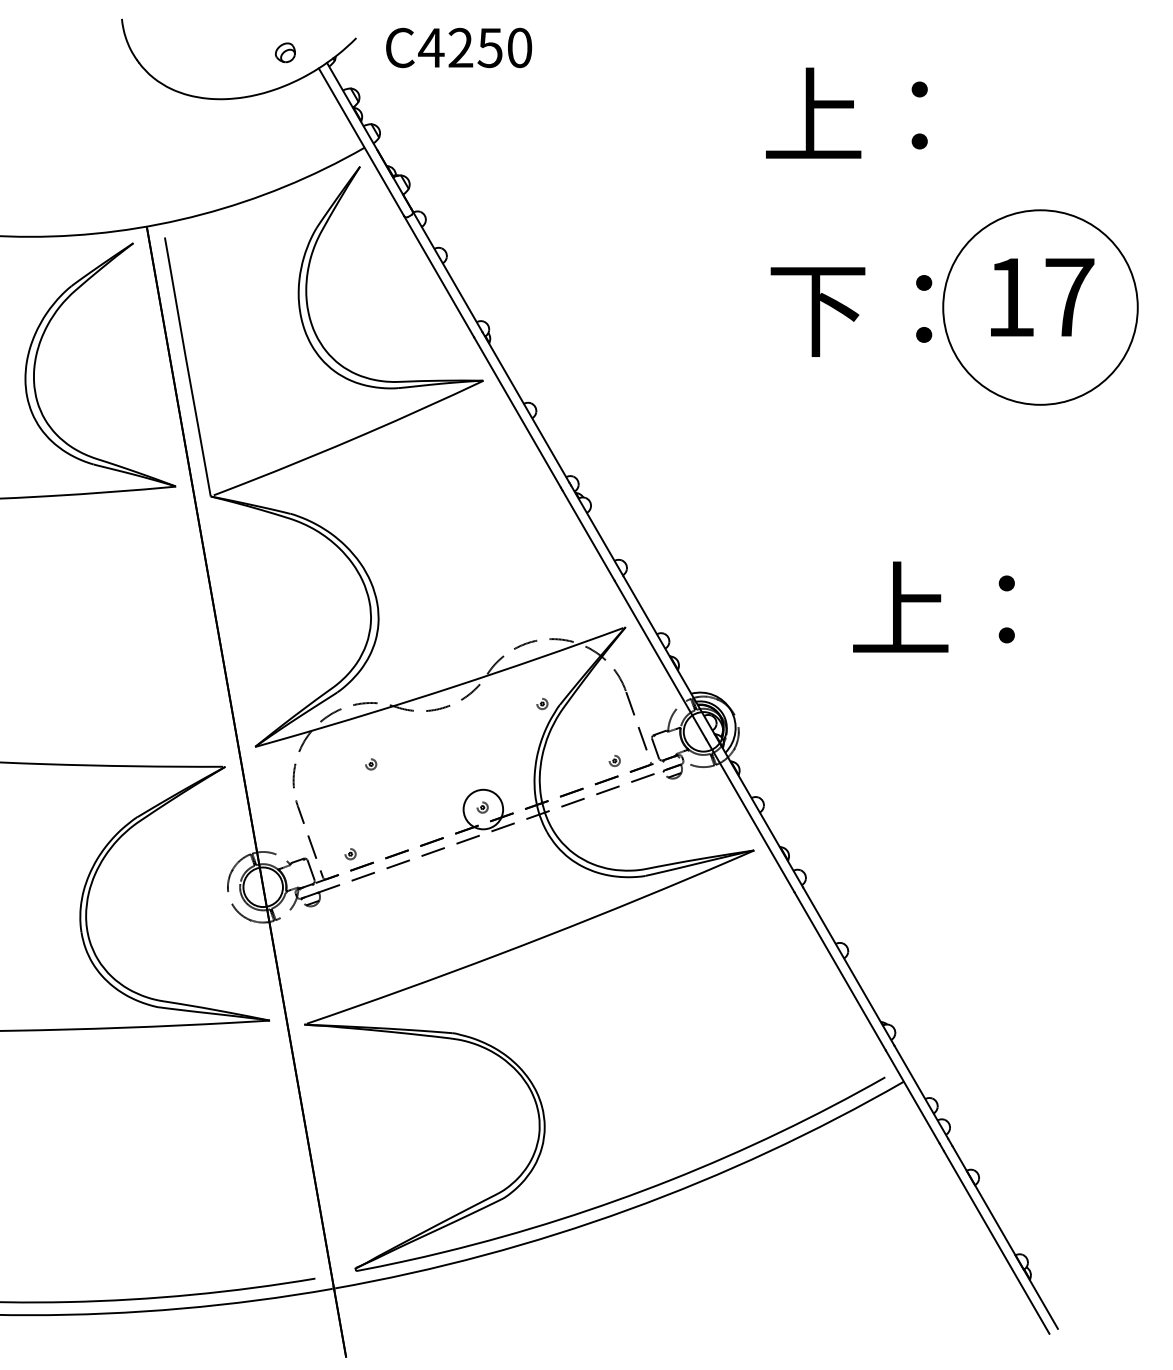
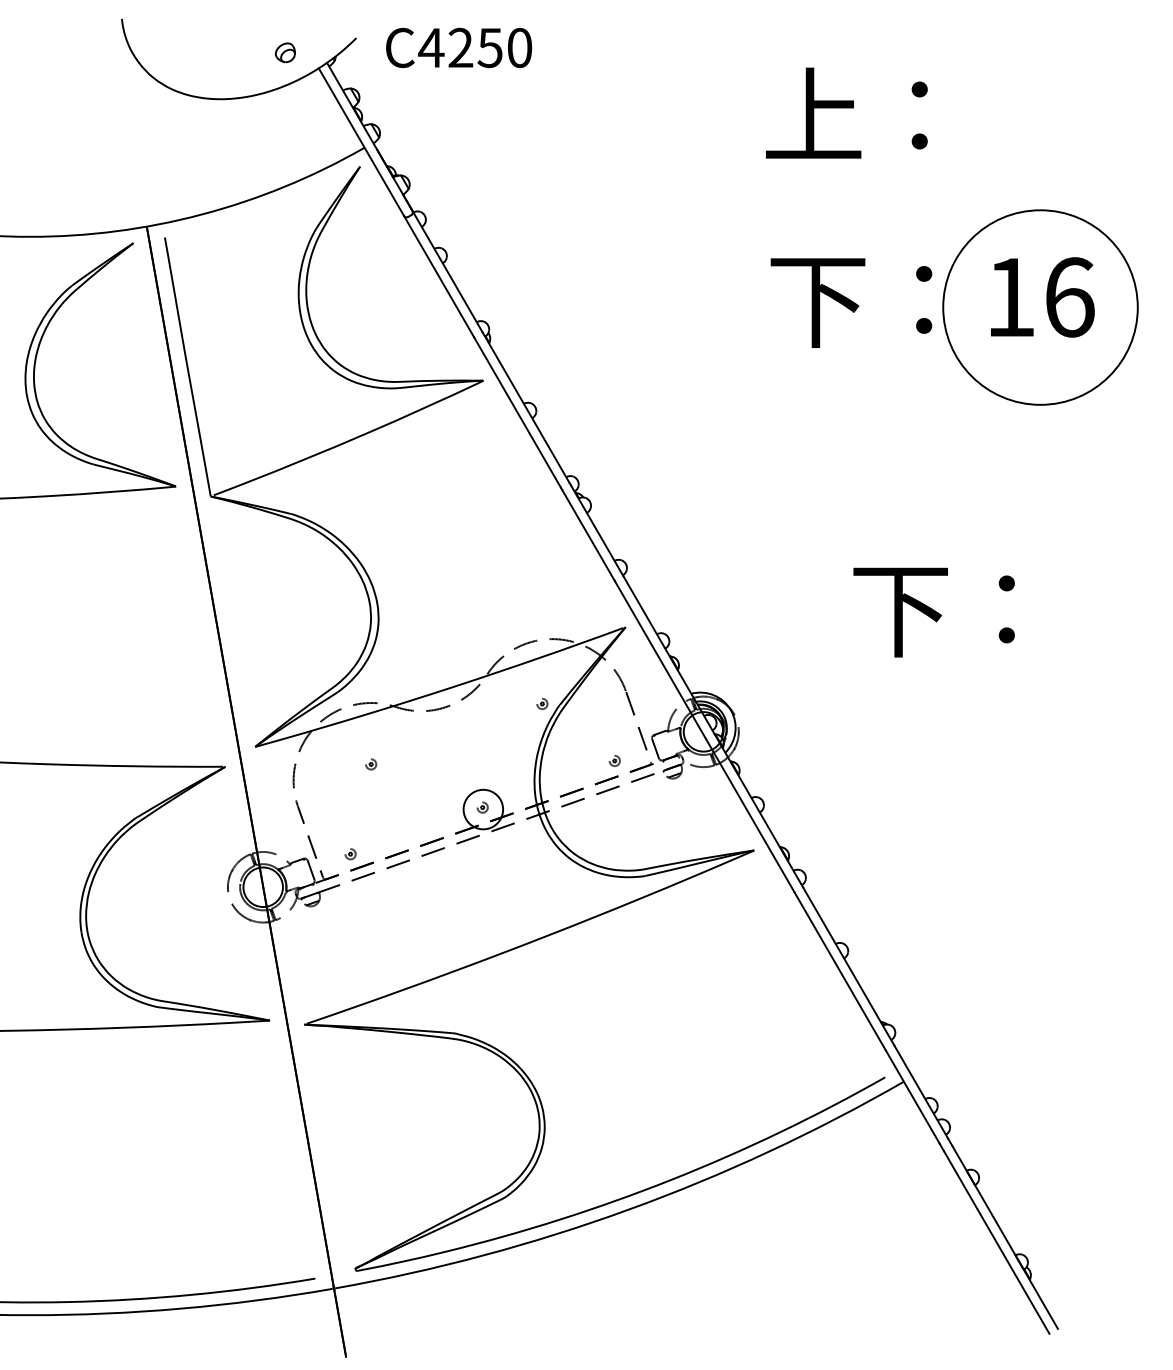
text at (1069, 297): 17 -> 16
text at (851, 311) position: (851, 311) -> (851, 302)
text at (900, 609): 上： -> 下：
